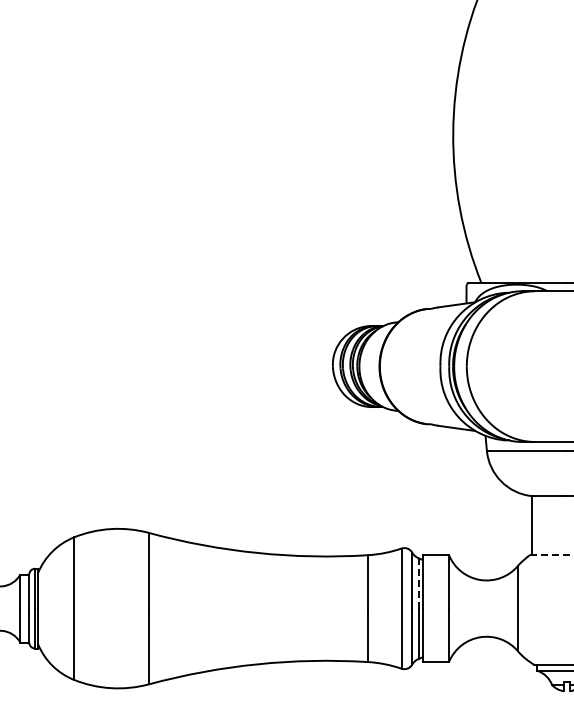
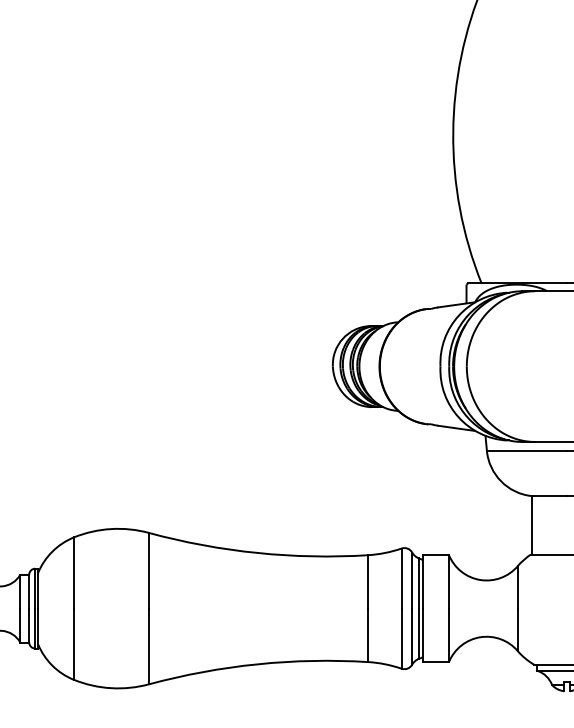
line at (551, 554): dashed -> solid
line at (418, 584): dashed -> solid
